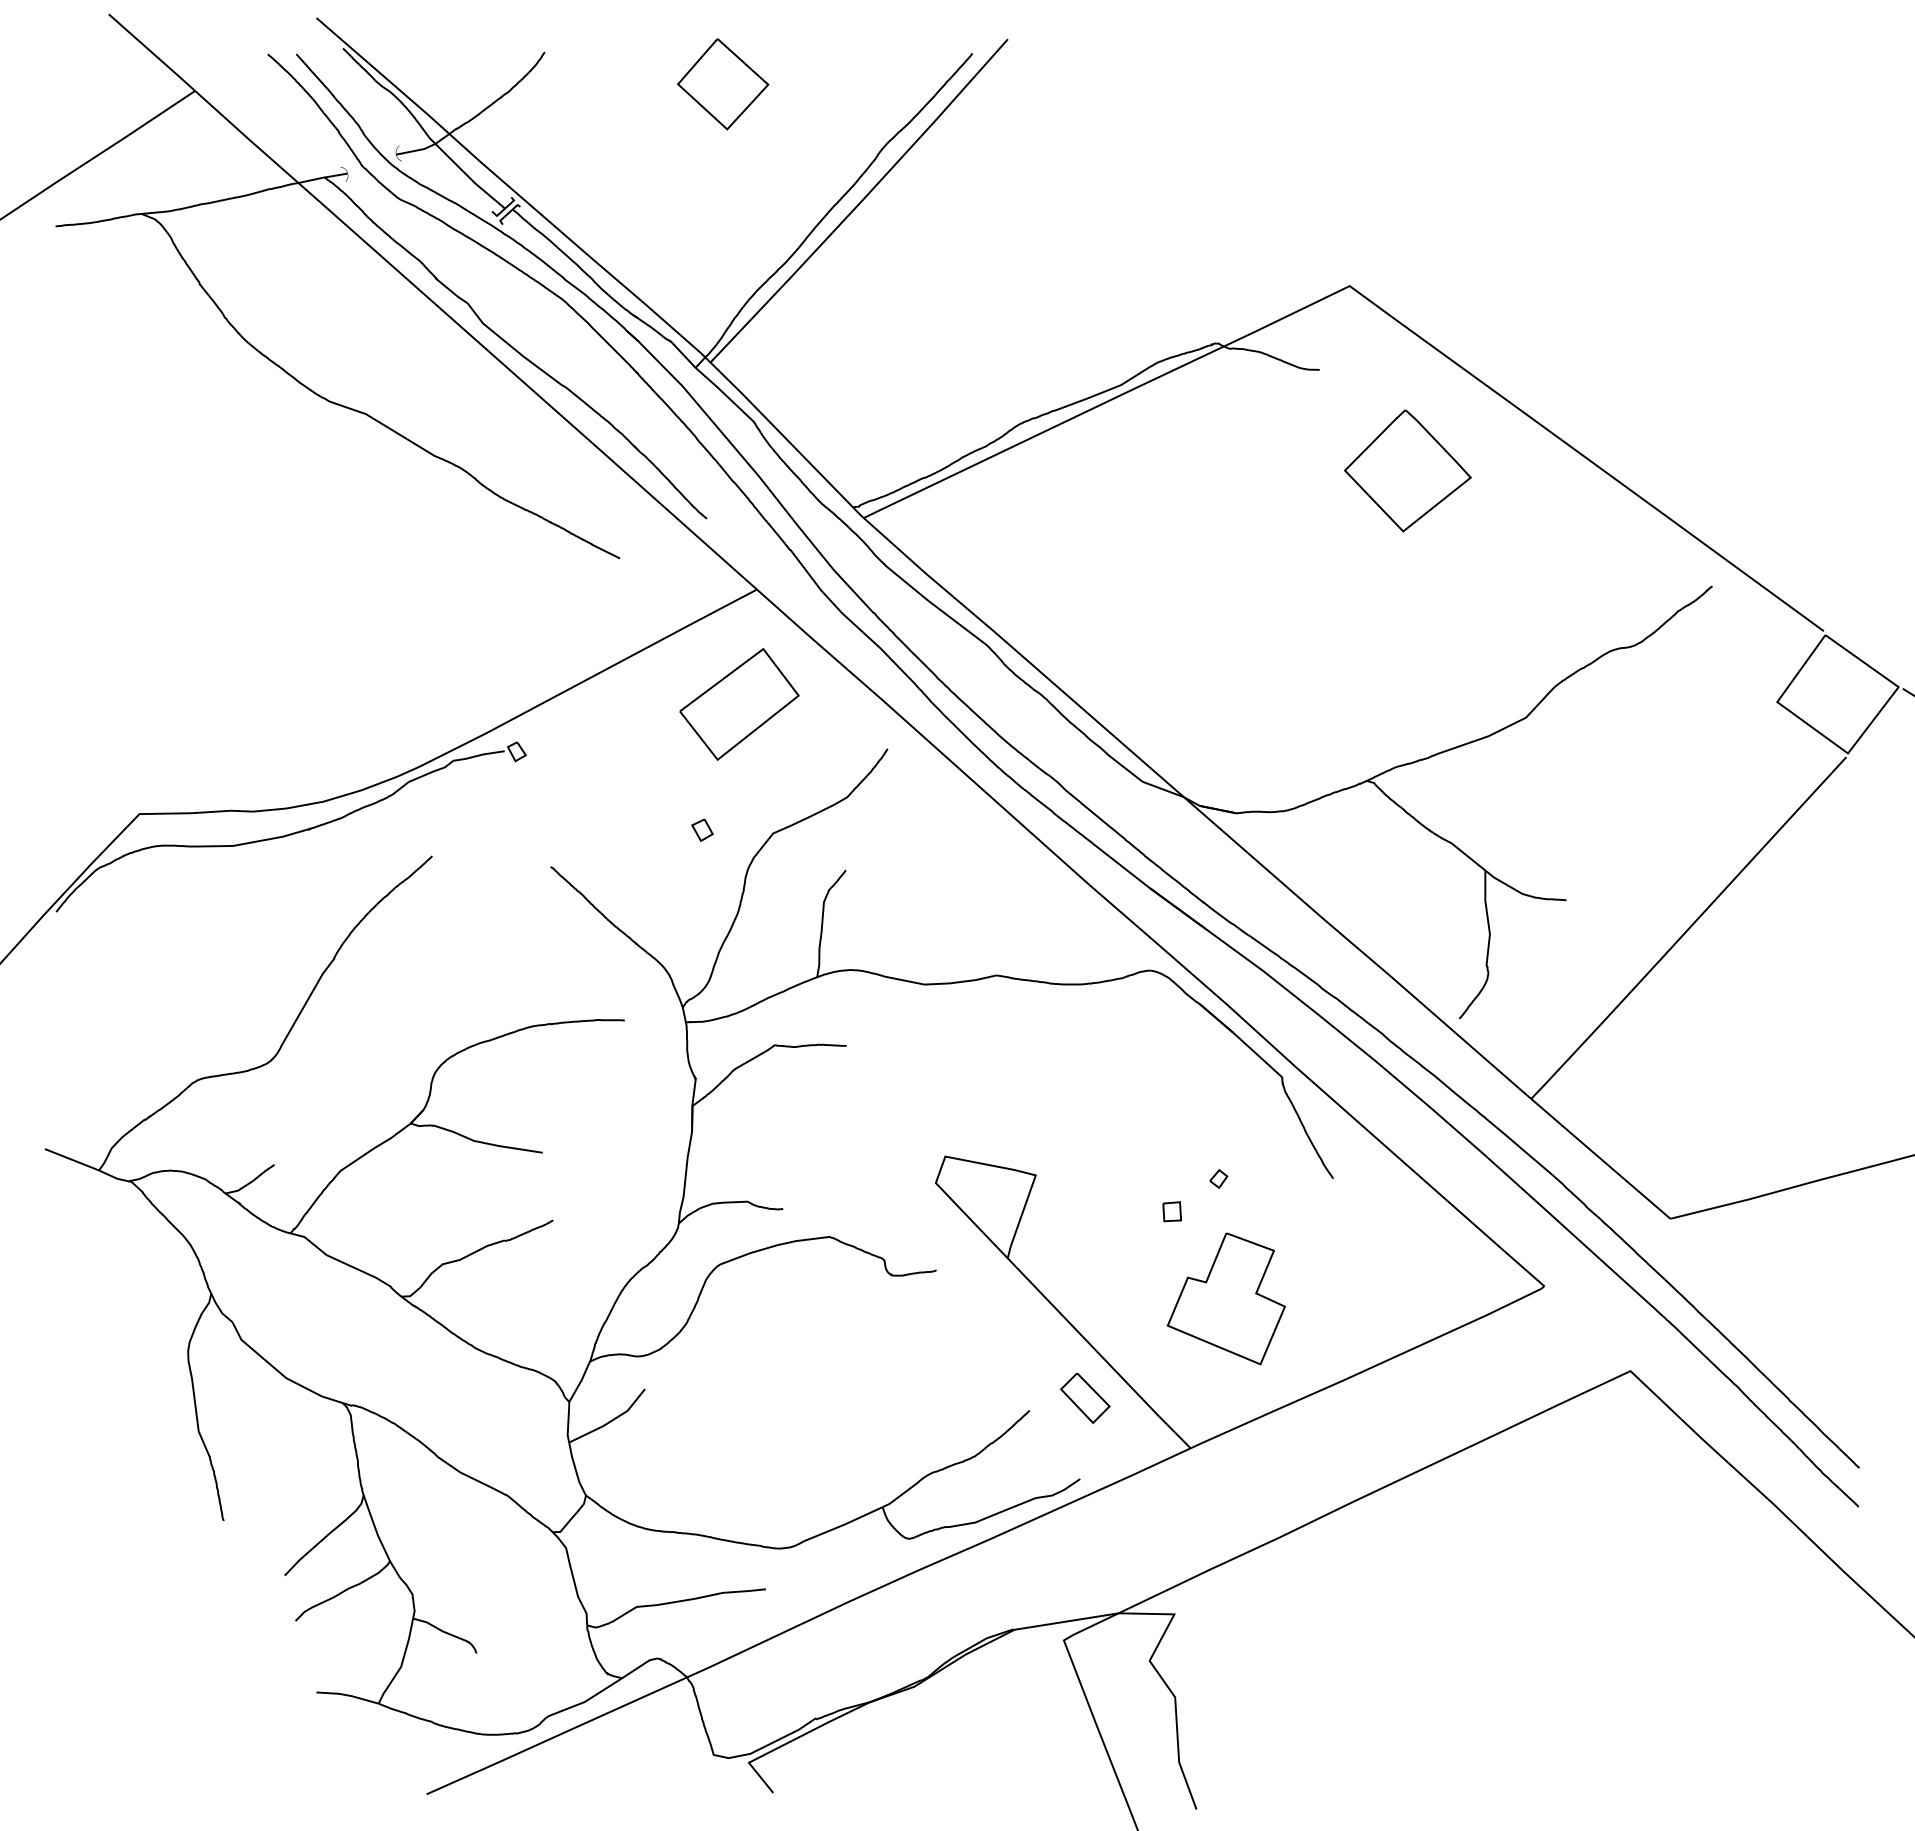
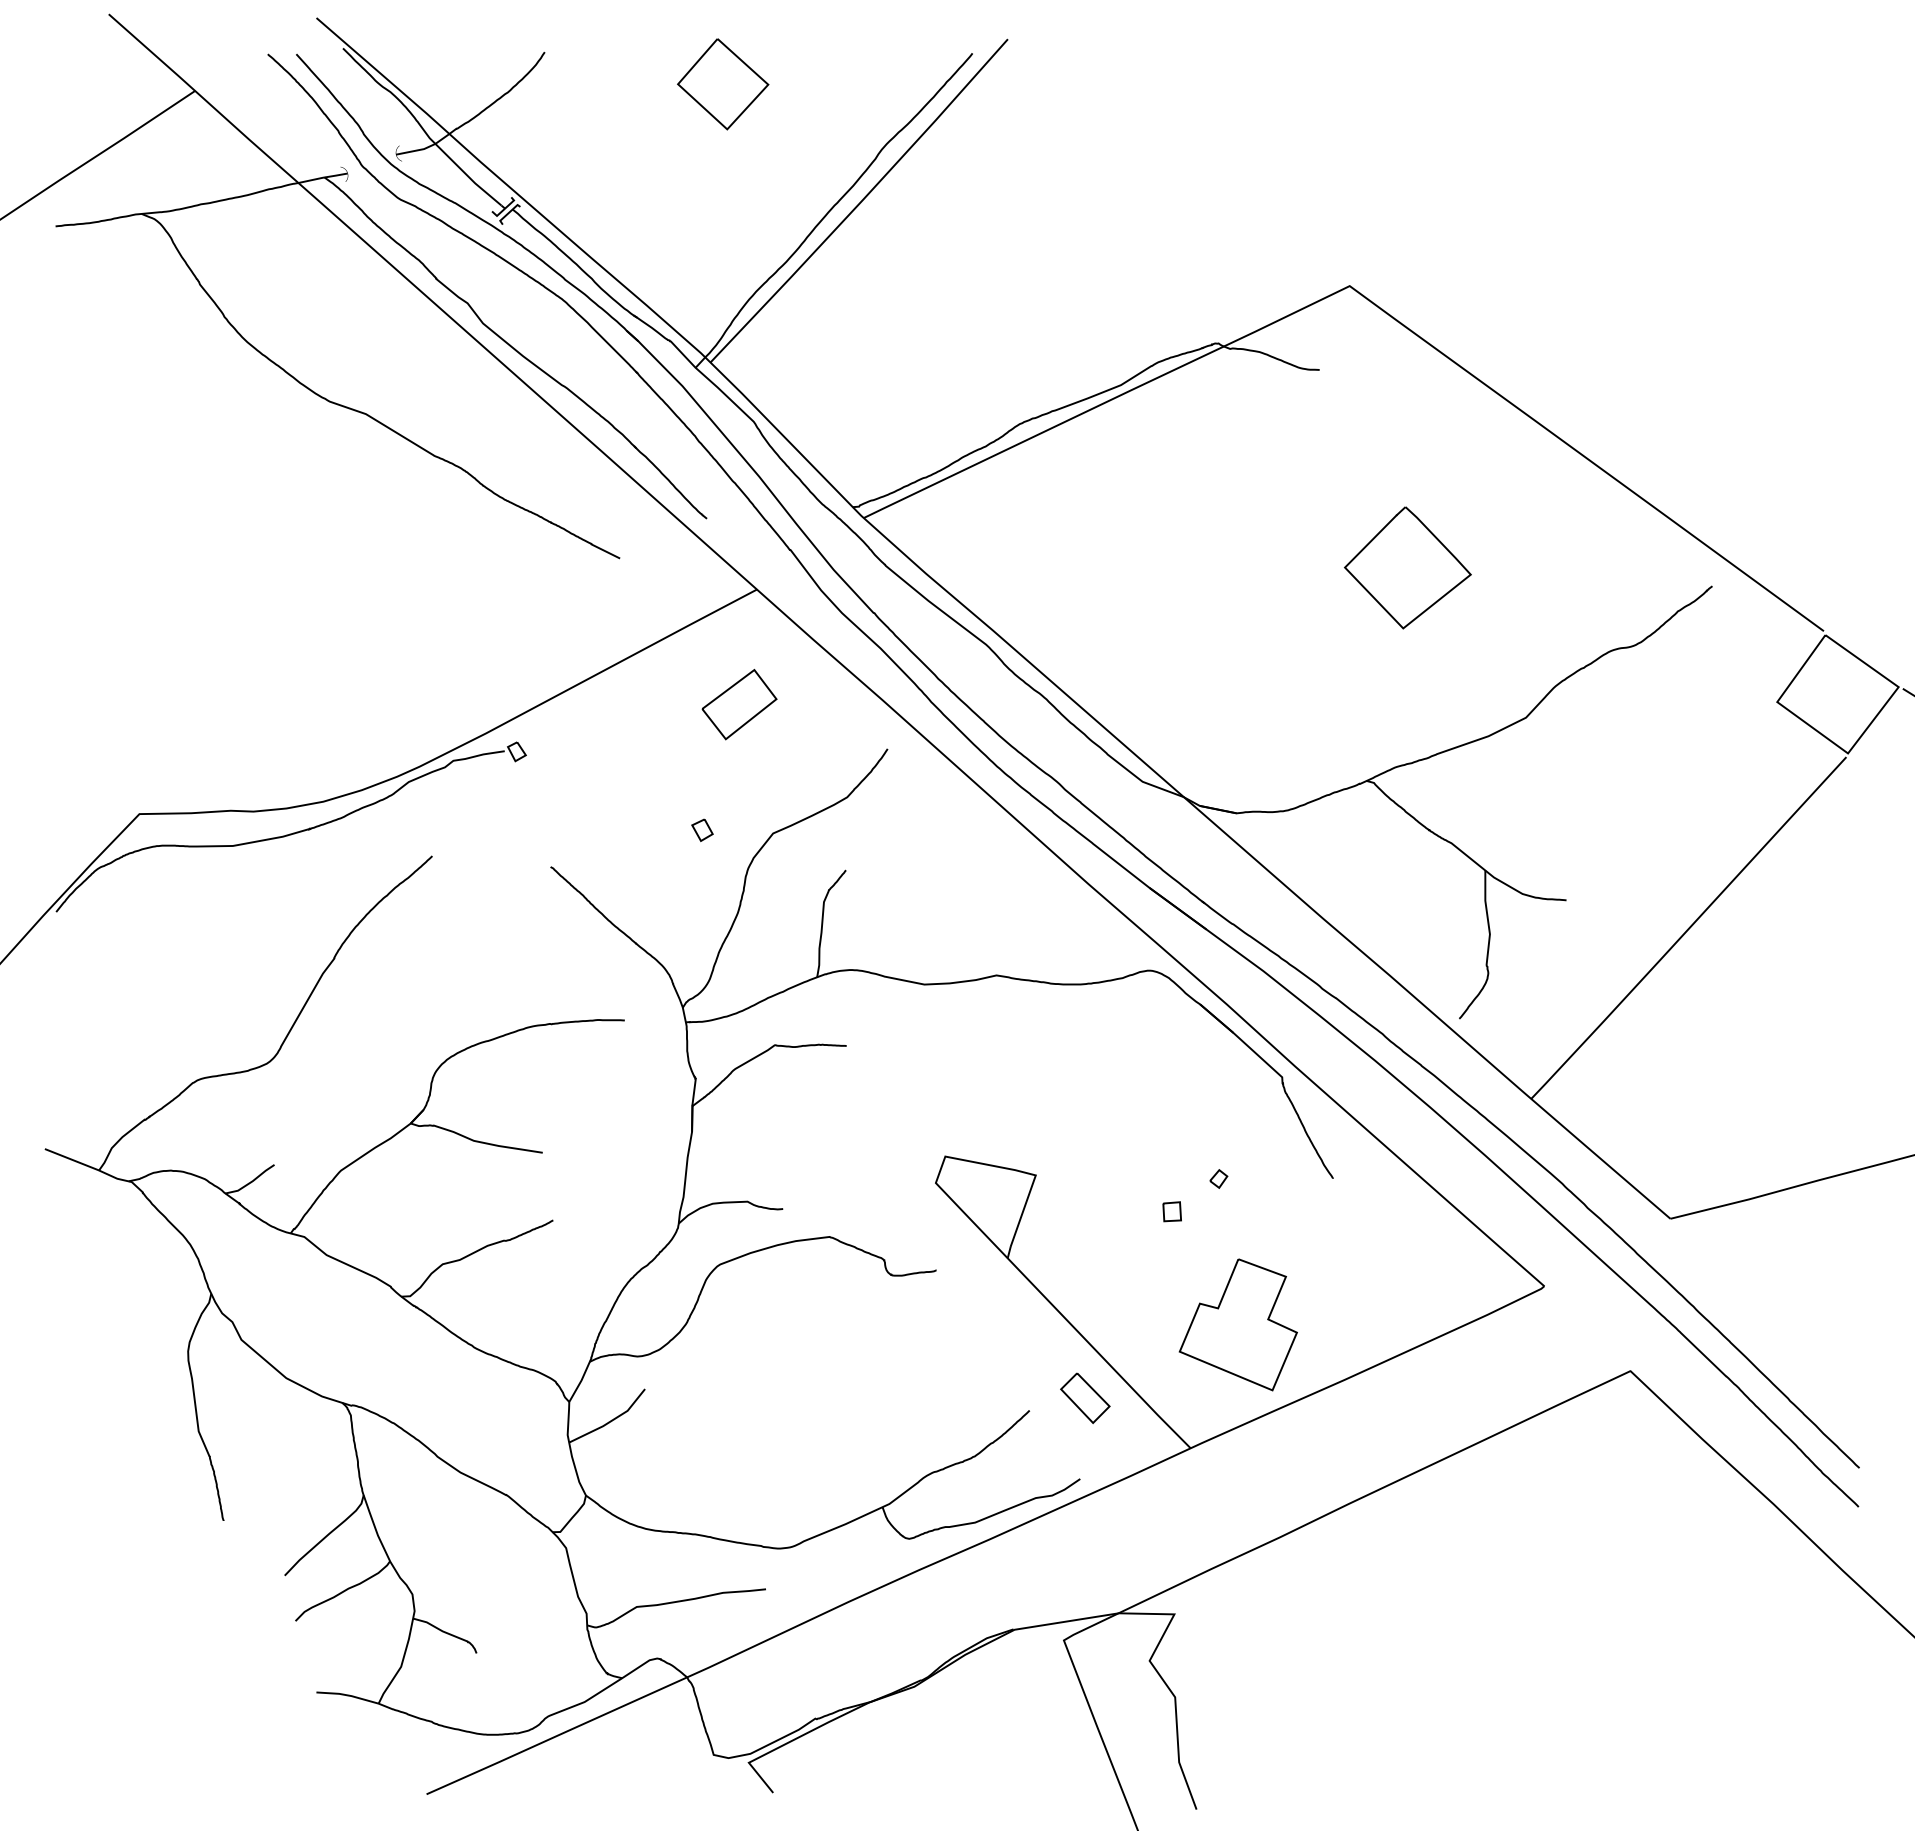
part at (1407, 470) position: (1407, 470) -> (1407, 567)
part at (739, 704) size: 121x113 px -> 77x72 px
part at (1225, 1298) position: (1225, 1298) -> (1237, 1324)
